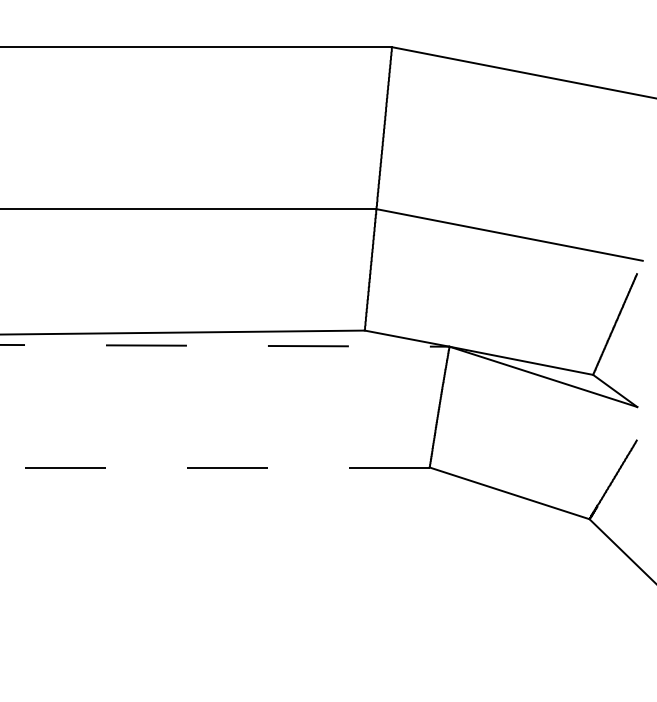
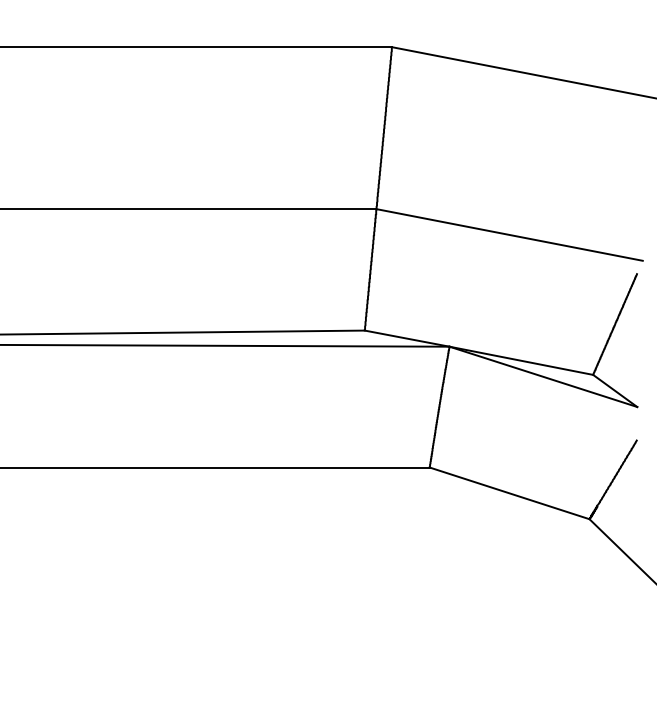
line at (225, 345): dashed -> solid
line at (214, 467): dashed -> solid
